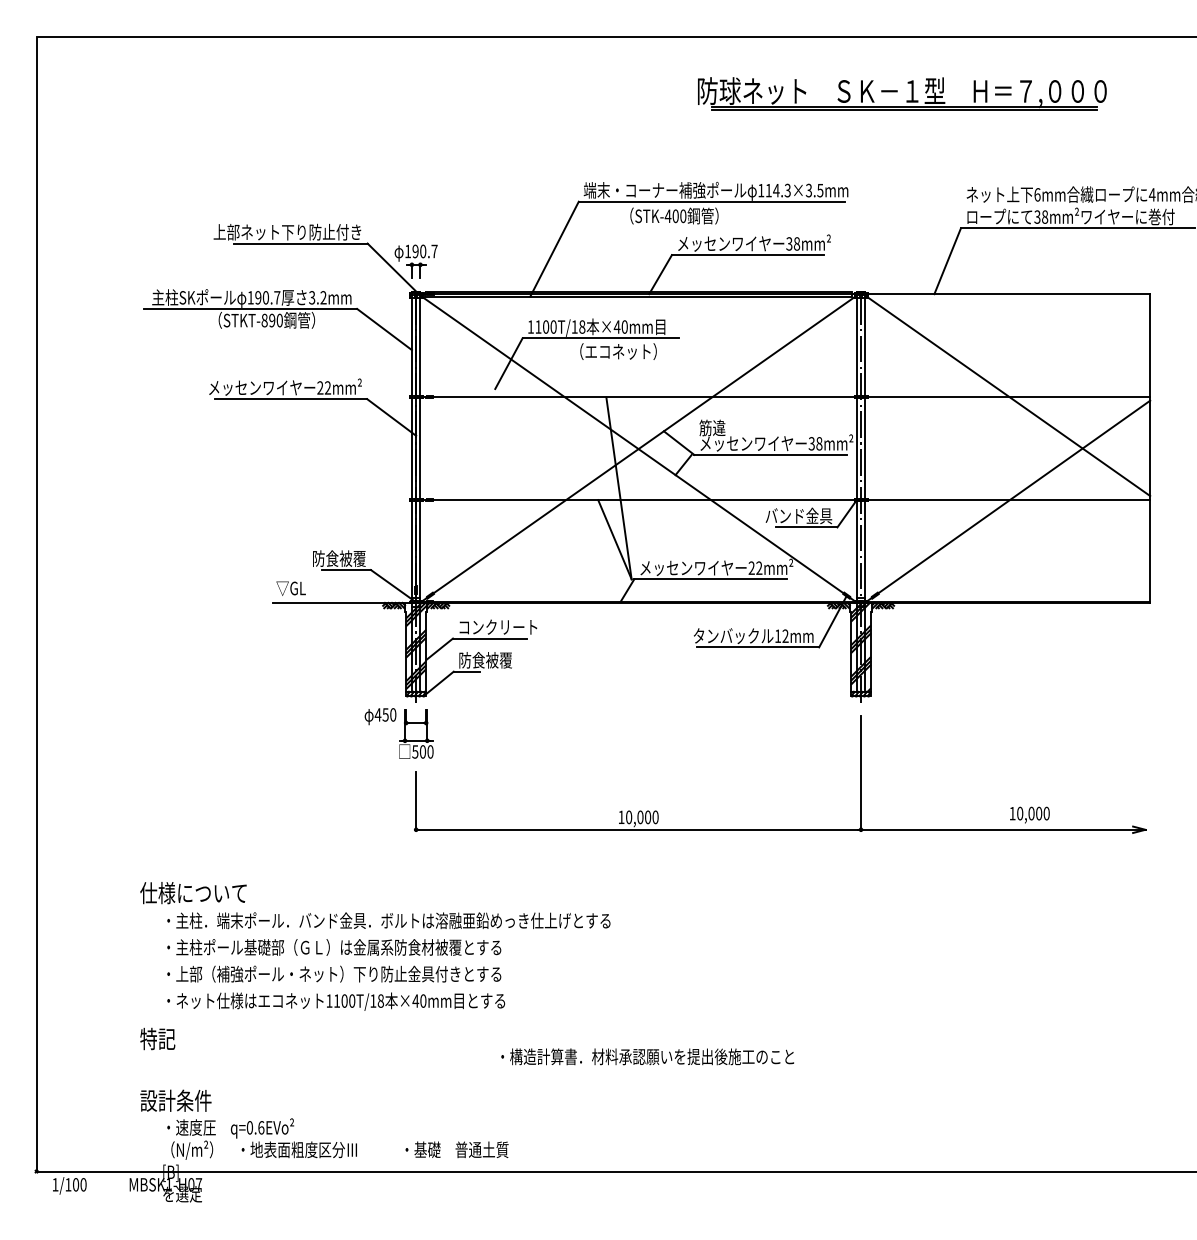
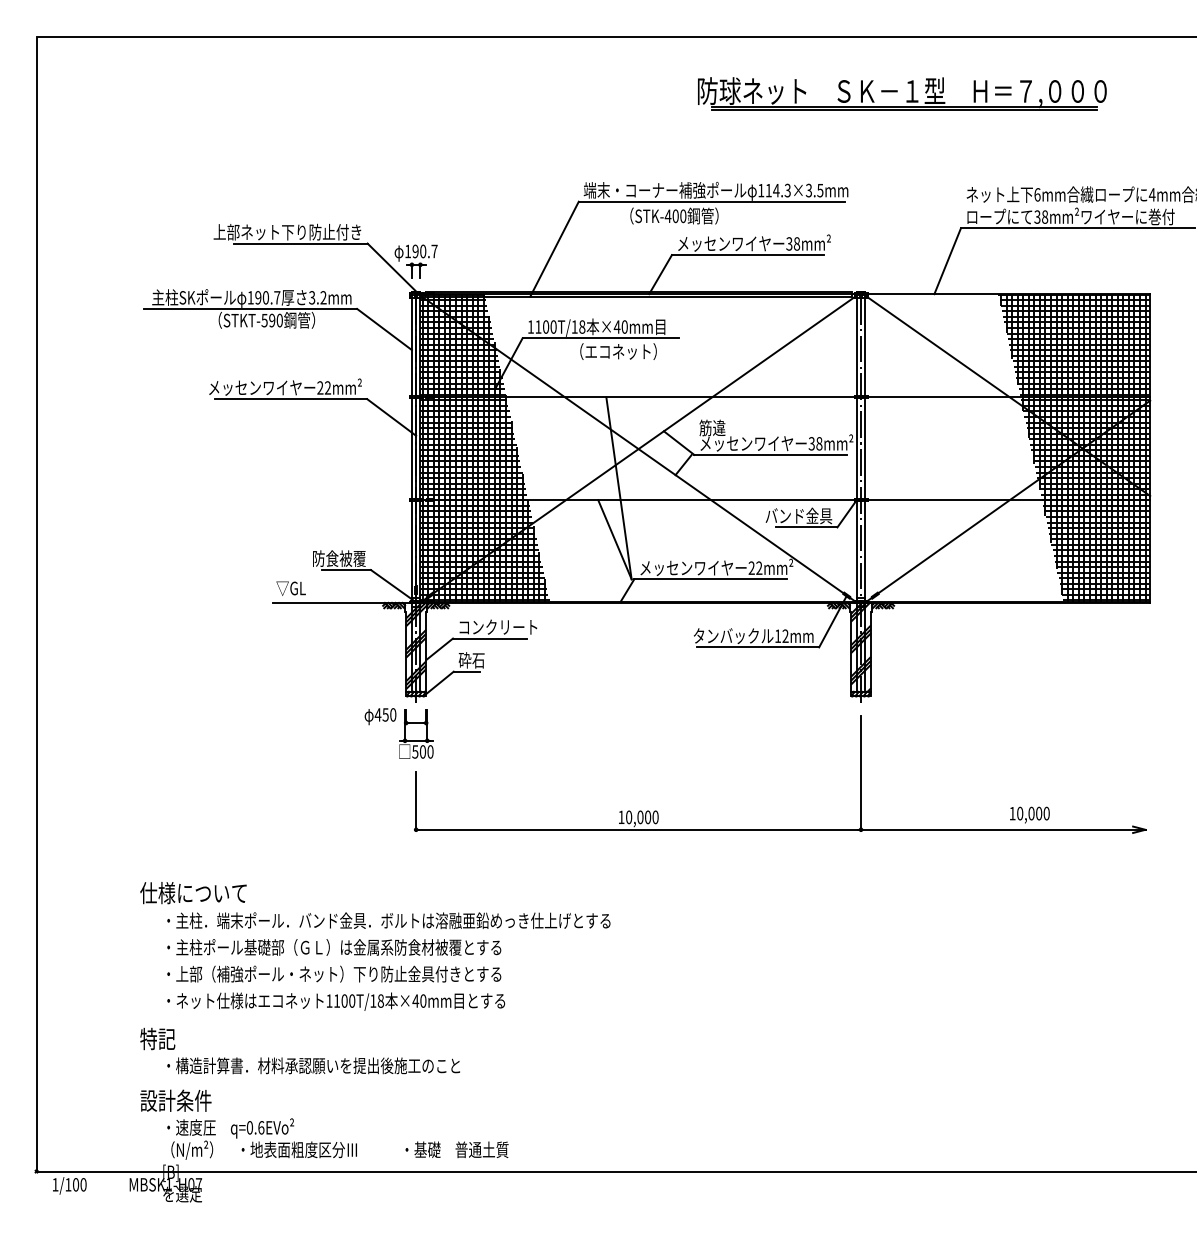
text at (264, 320): STKT-890 -> STKT-590
hatch at (484, 447): none -> present
hatch at (1074, 447): none -> present
text at (484, 660): 防食被覆 -> 砕石
text at (647, 1056) position: (647, 1056) -> (313, 1065)
